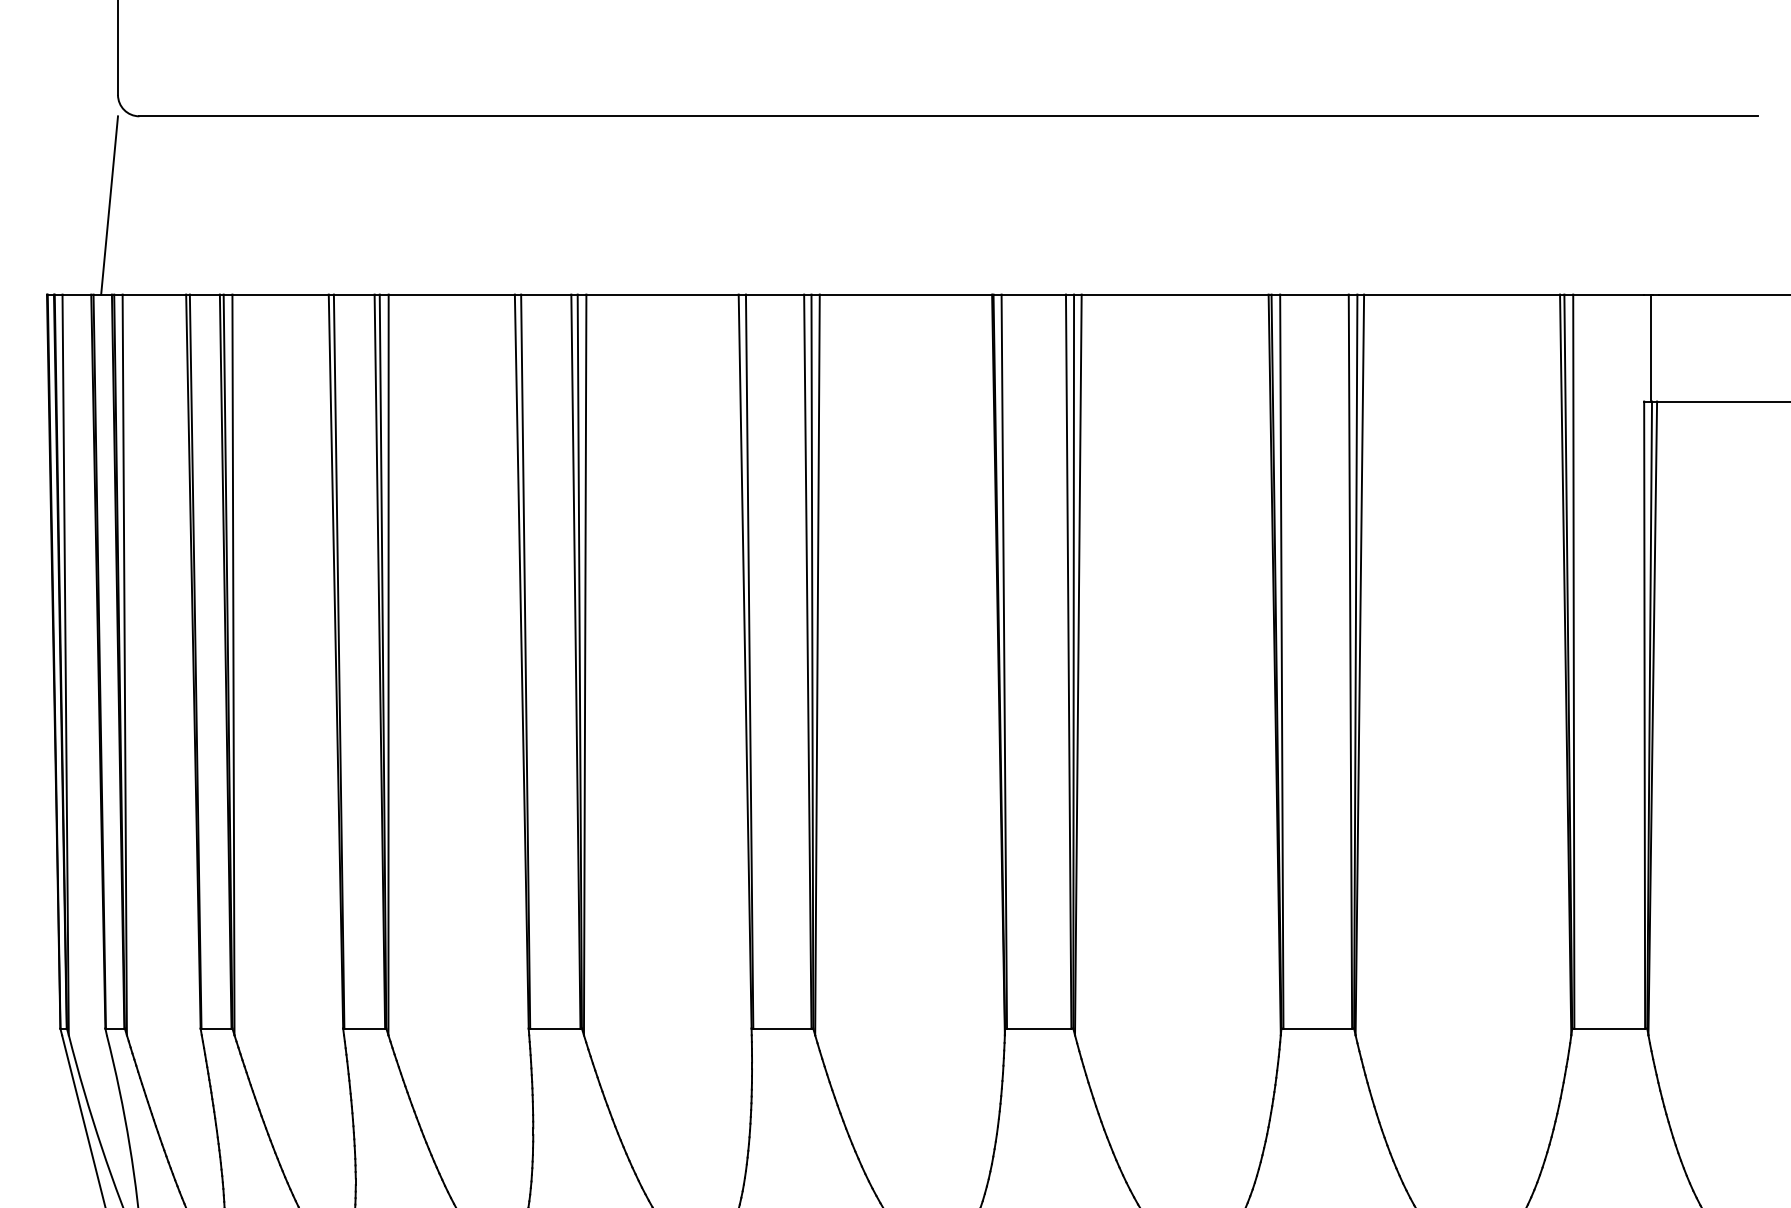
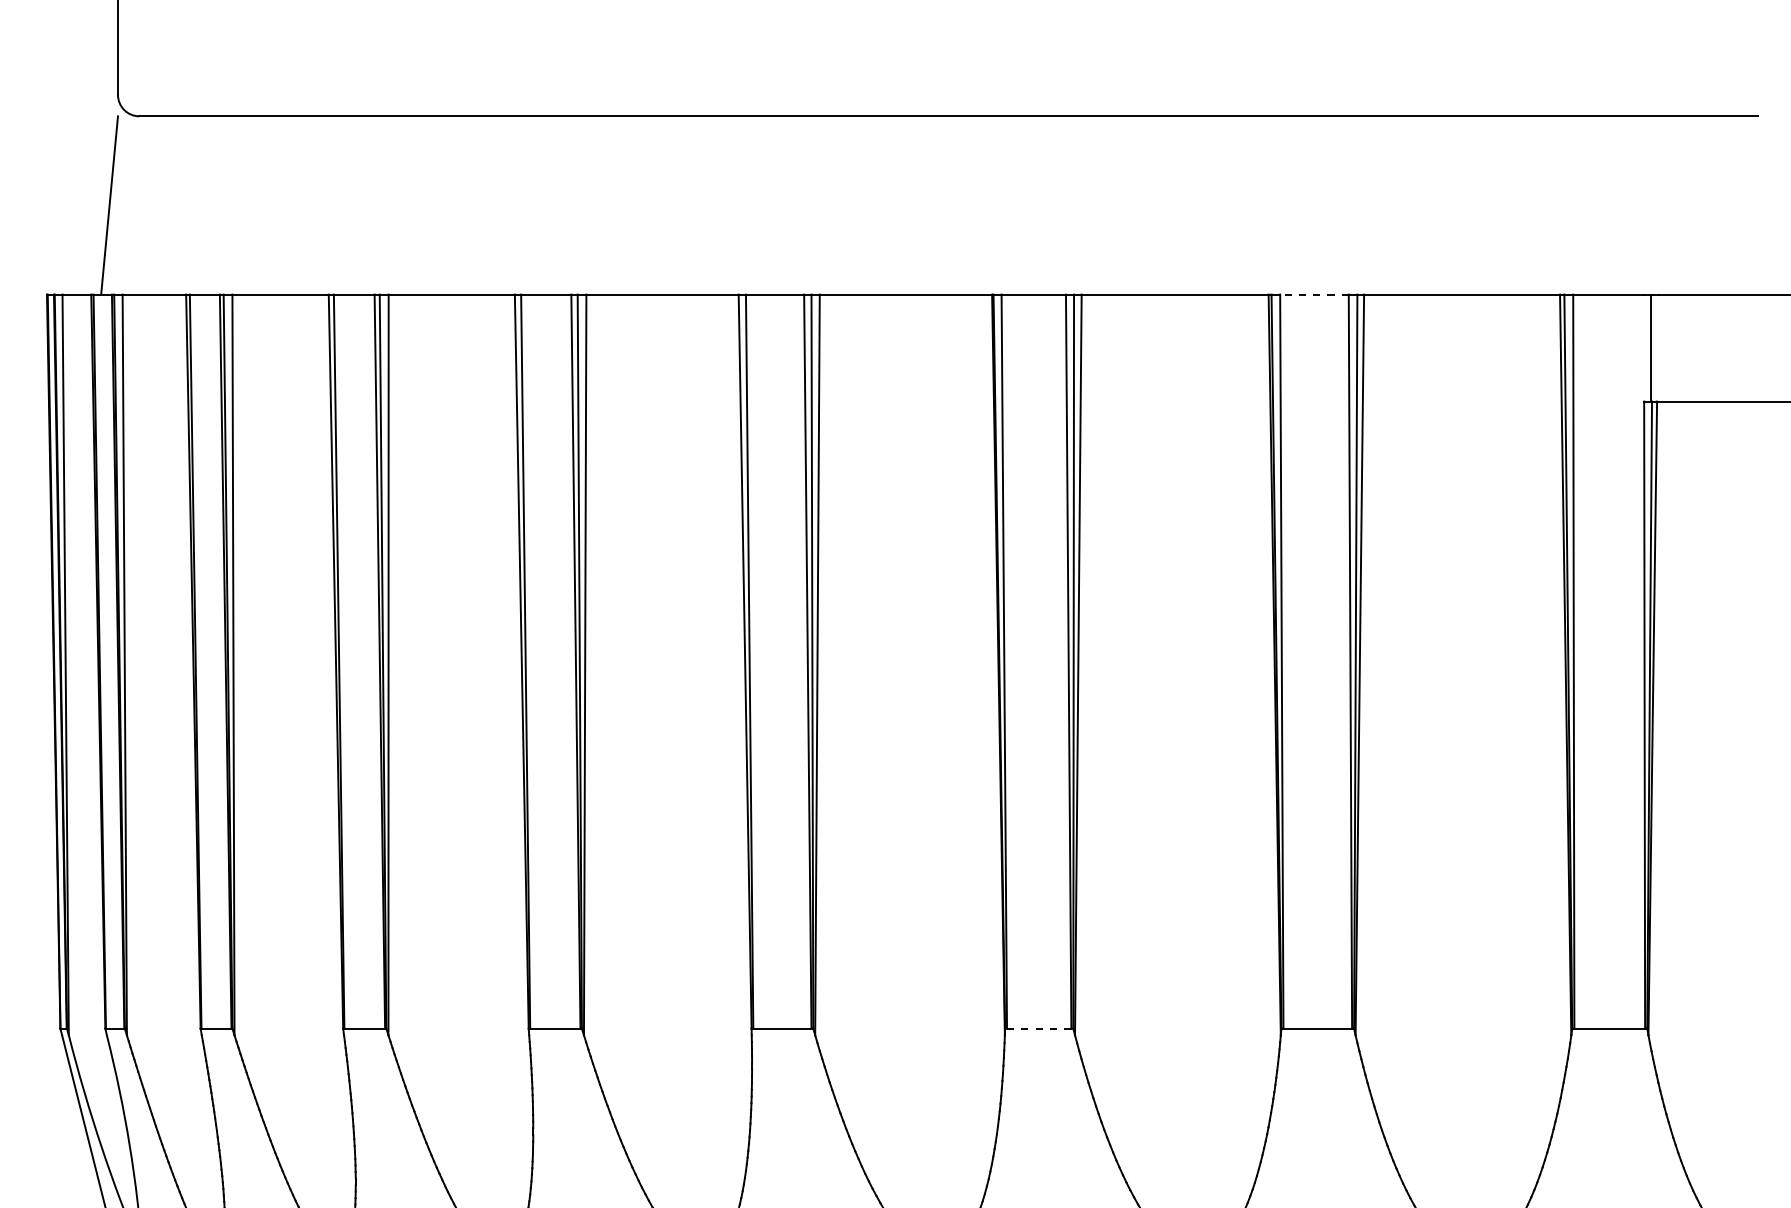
line at (1313, 294): solid -> dashed
line at (1039, 1028): solid -> dashed
